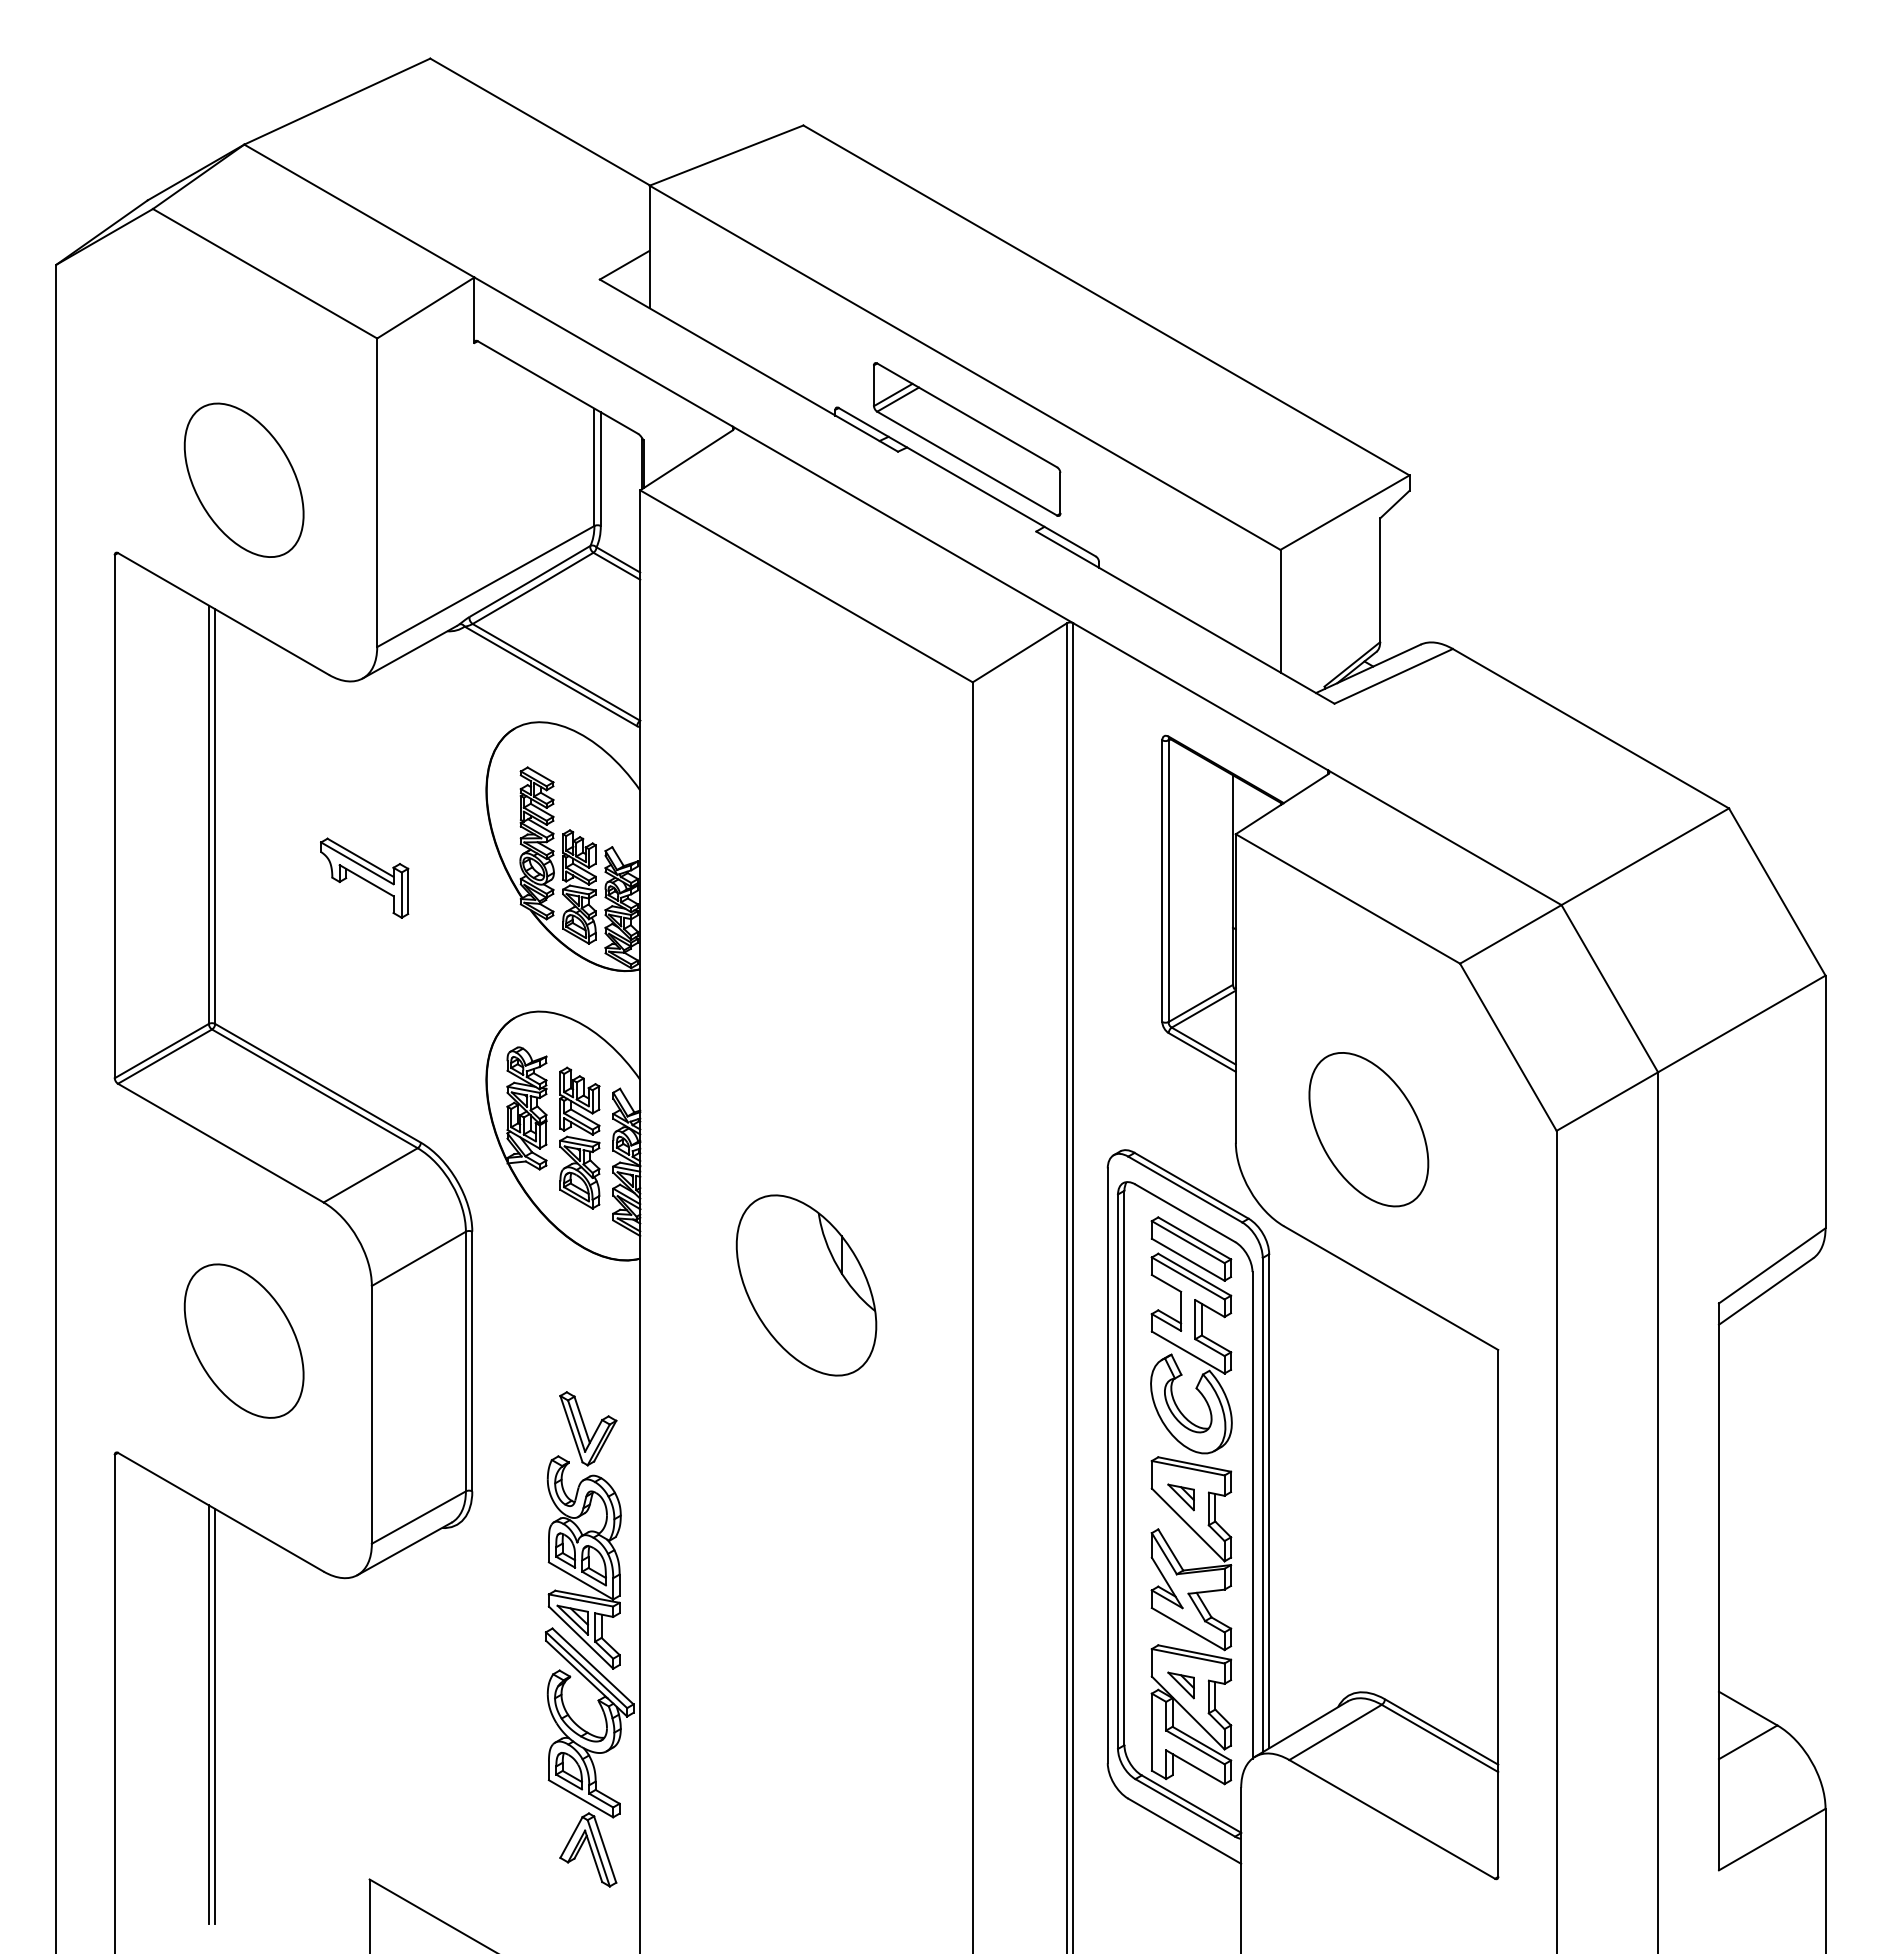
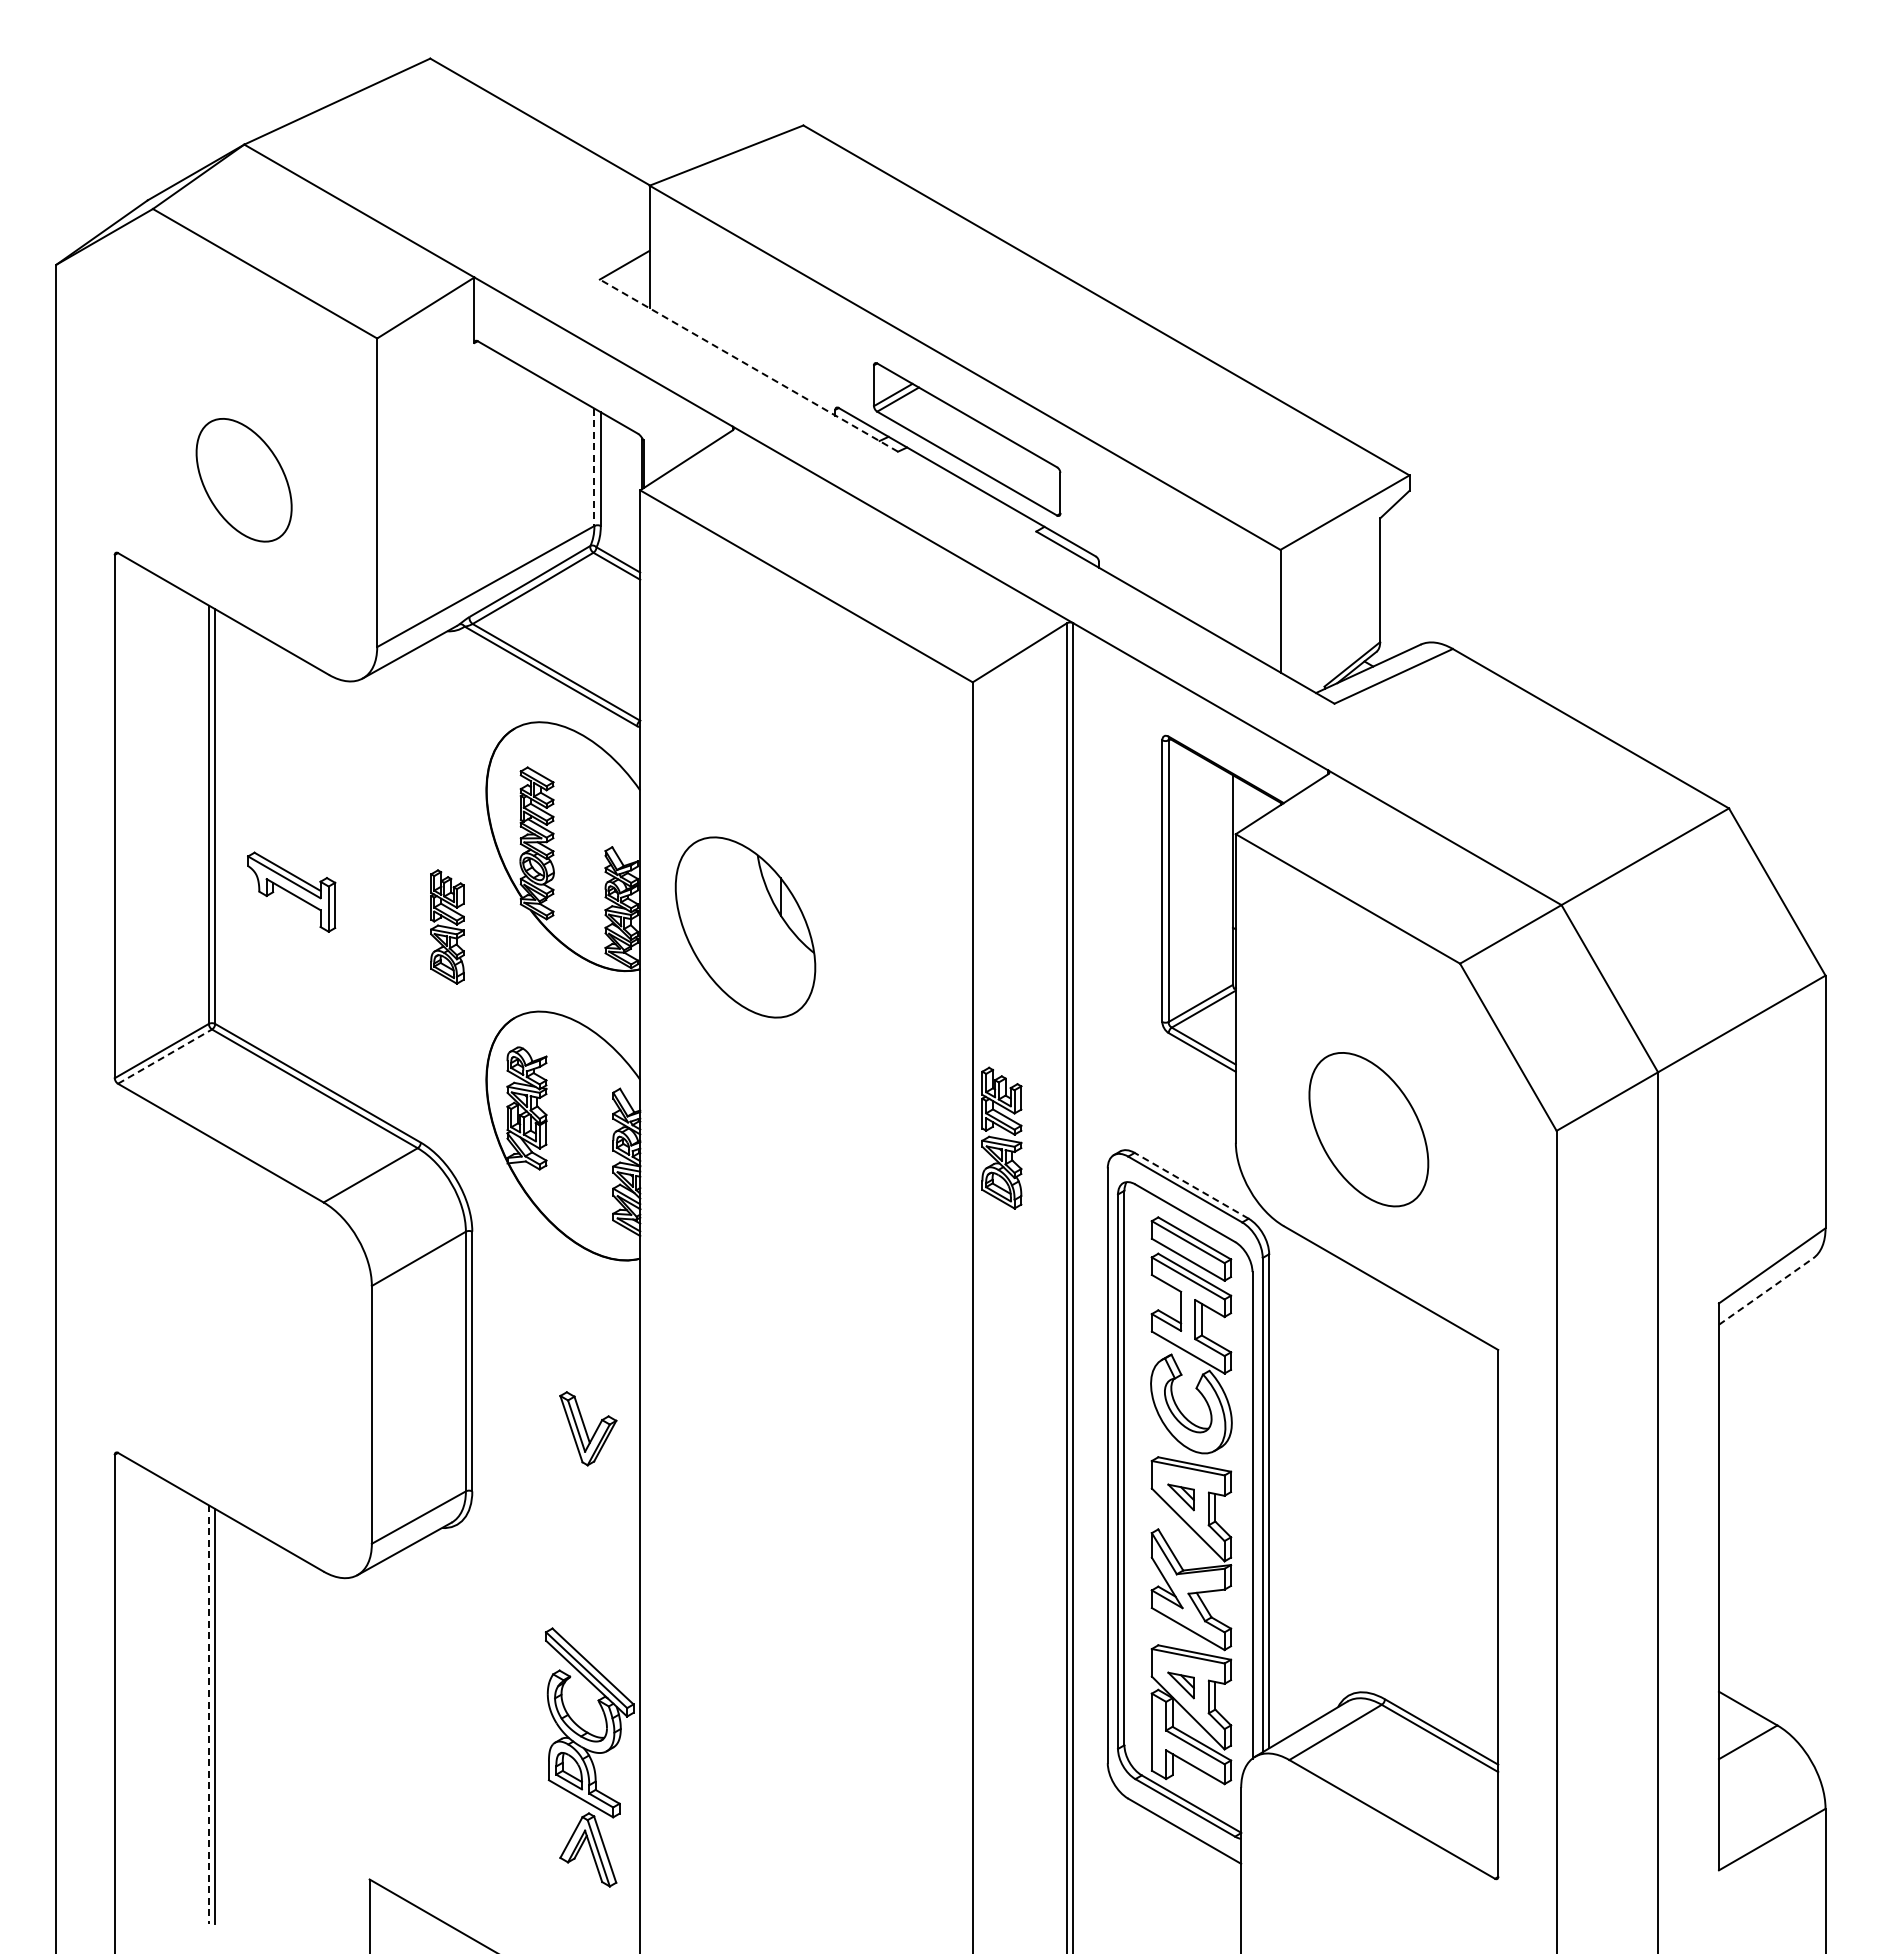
line at (748, 365): solid -> dashed
line at (594, 467): solid -> dashed
part at (243, 479) size: 122x156 px -> 98x125 px
part at (364, 877) position: (364, 877) -> (291, 891)
part at (579, 886) position: (579, 886) -> (447, 926)
line at (165, 1056): solid -> dashed
part at (579, 1137) position: (579, 1137) -> (1001, 1137)
line at (1191, 1185): solid -> dashed
part at (806, 1285) position: (806, 1285) -> (745, 927)
line at (1766, 1291): solid -> dashed
part at (243, 1340): present -> none
part at (583, 1562): present -> none
line at (208, 1715): solid -> dashed
